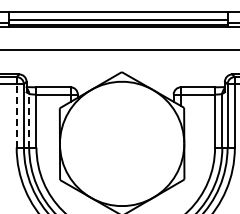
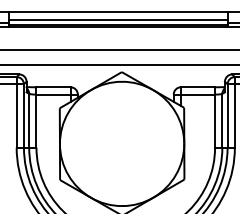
line at (119, 64): none -> present
line at (16, 115): dashed -> solid
line at (29, 120): dashed -> solid
